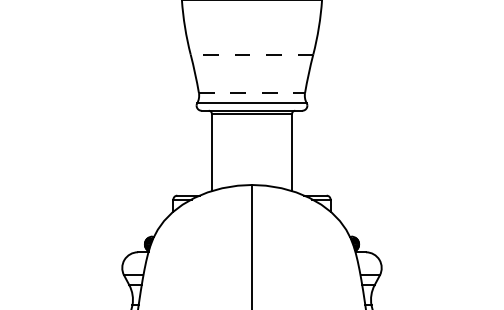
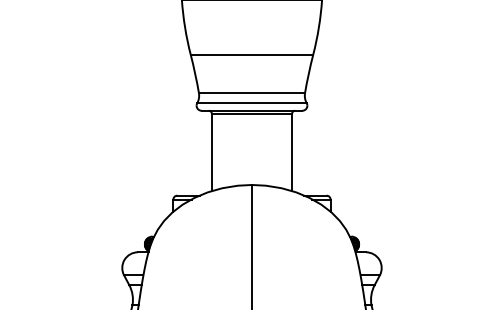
line at (251, 54): dashed -> solid
line at (252, 93): dashed -> solid
